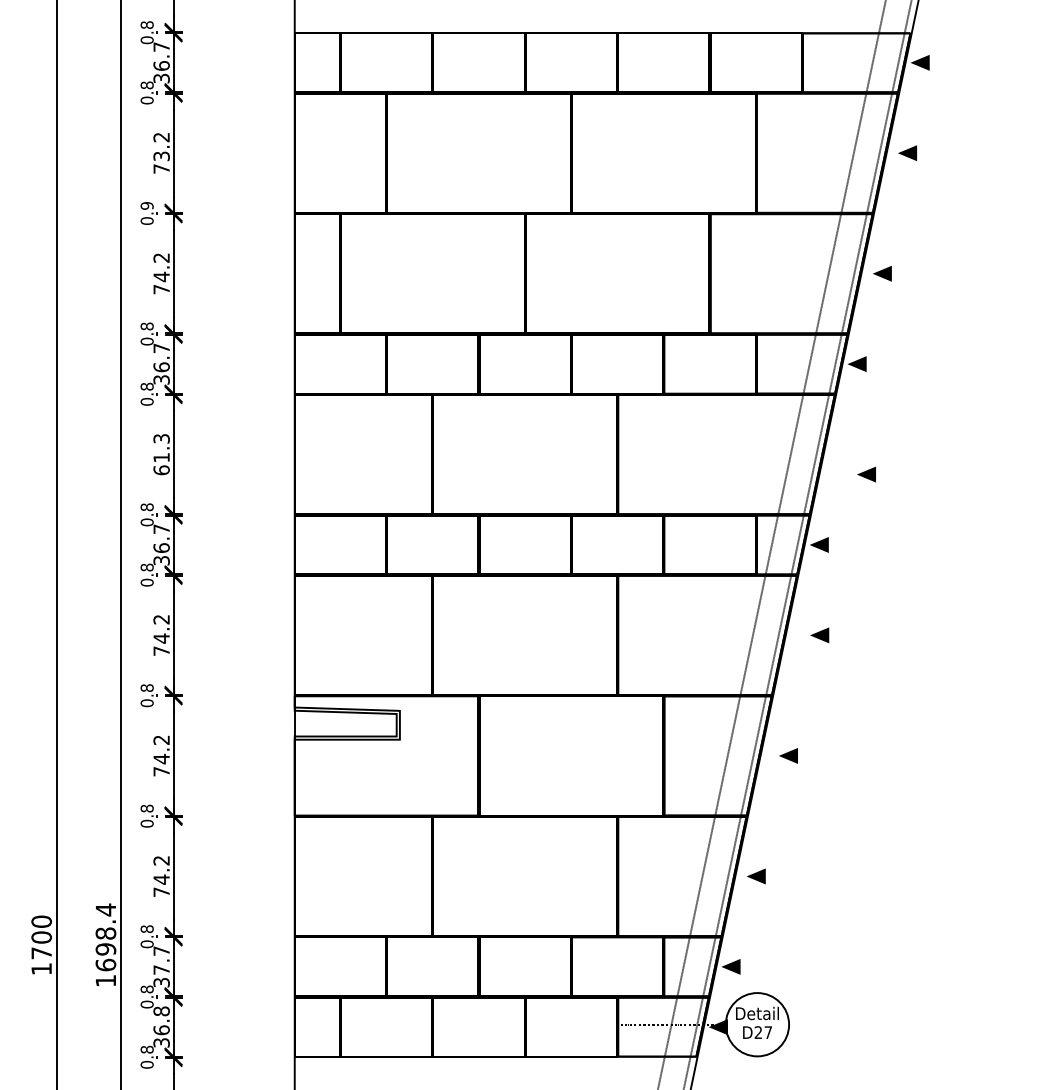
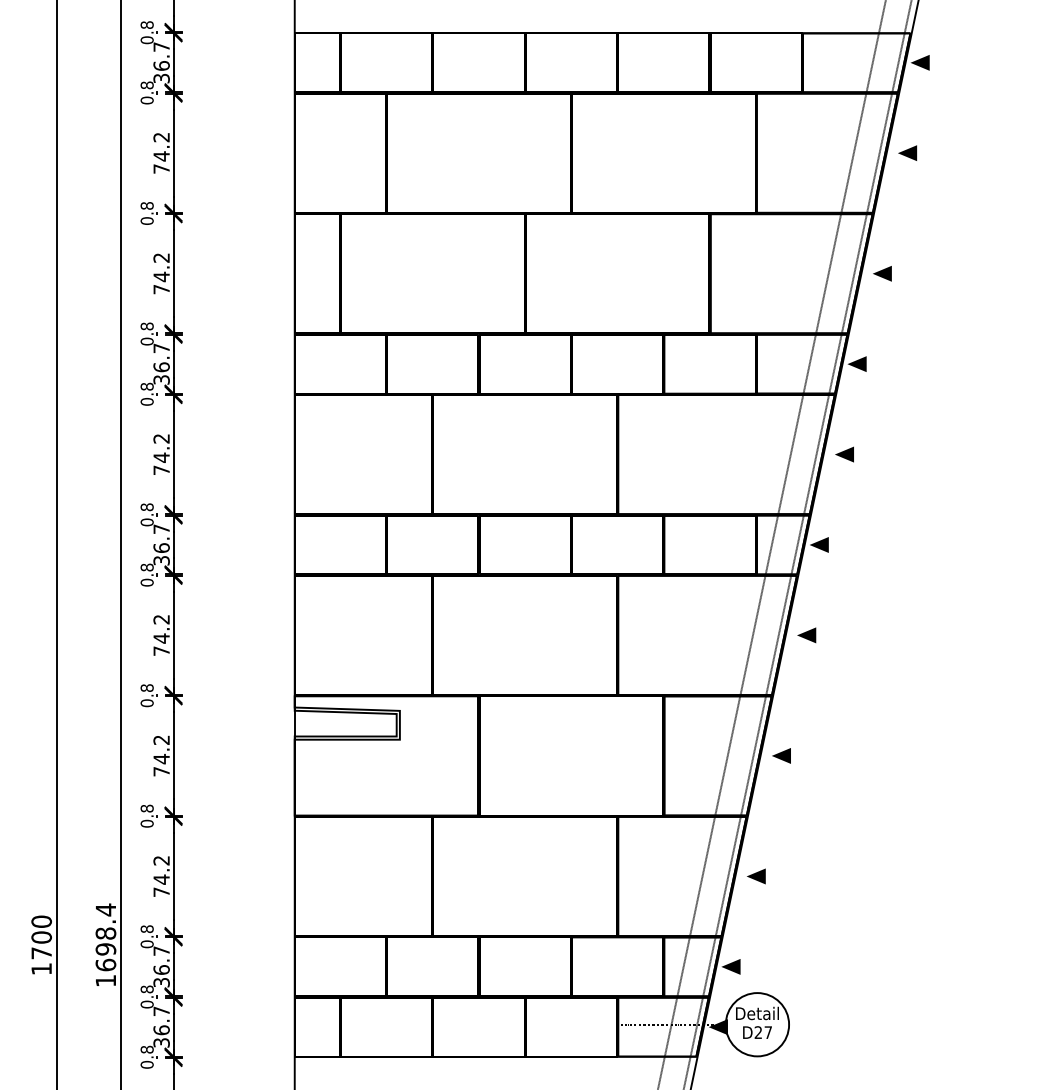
text at (161, 156): 73.2 -> 74.2
text at (146, 205): 0.9 -> 0.8
text at (161, 454): 61.3 -> 74.2
text at (866, 474) position: (866, 474) -> (844, 454)
text at (819, 635) position: (819, 635) -> (806, 635)
text at (788, 755) position: (788, 755) -> (781, 755)
text at (161, 969): 37.7 -> 36.7
text at (161, 1011): 36.8 -> 36.7
